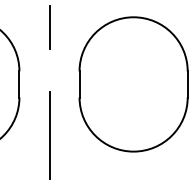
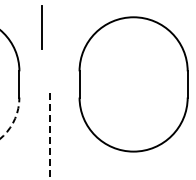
line at (49, 27) position: (49, 27) -> (41, 27)
arc at (14, 120): solid -> dashed
line at (49, 135): solid -> dashed
